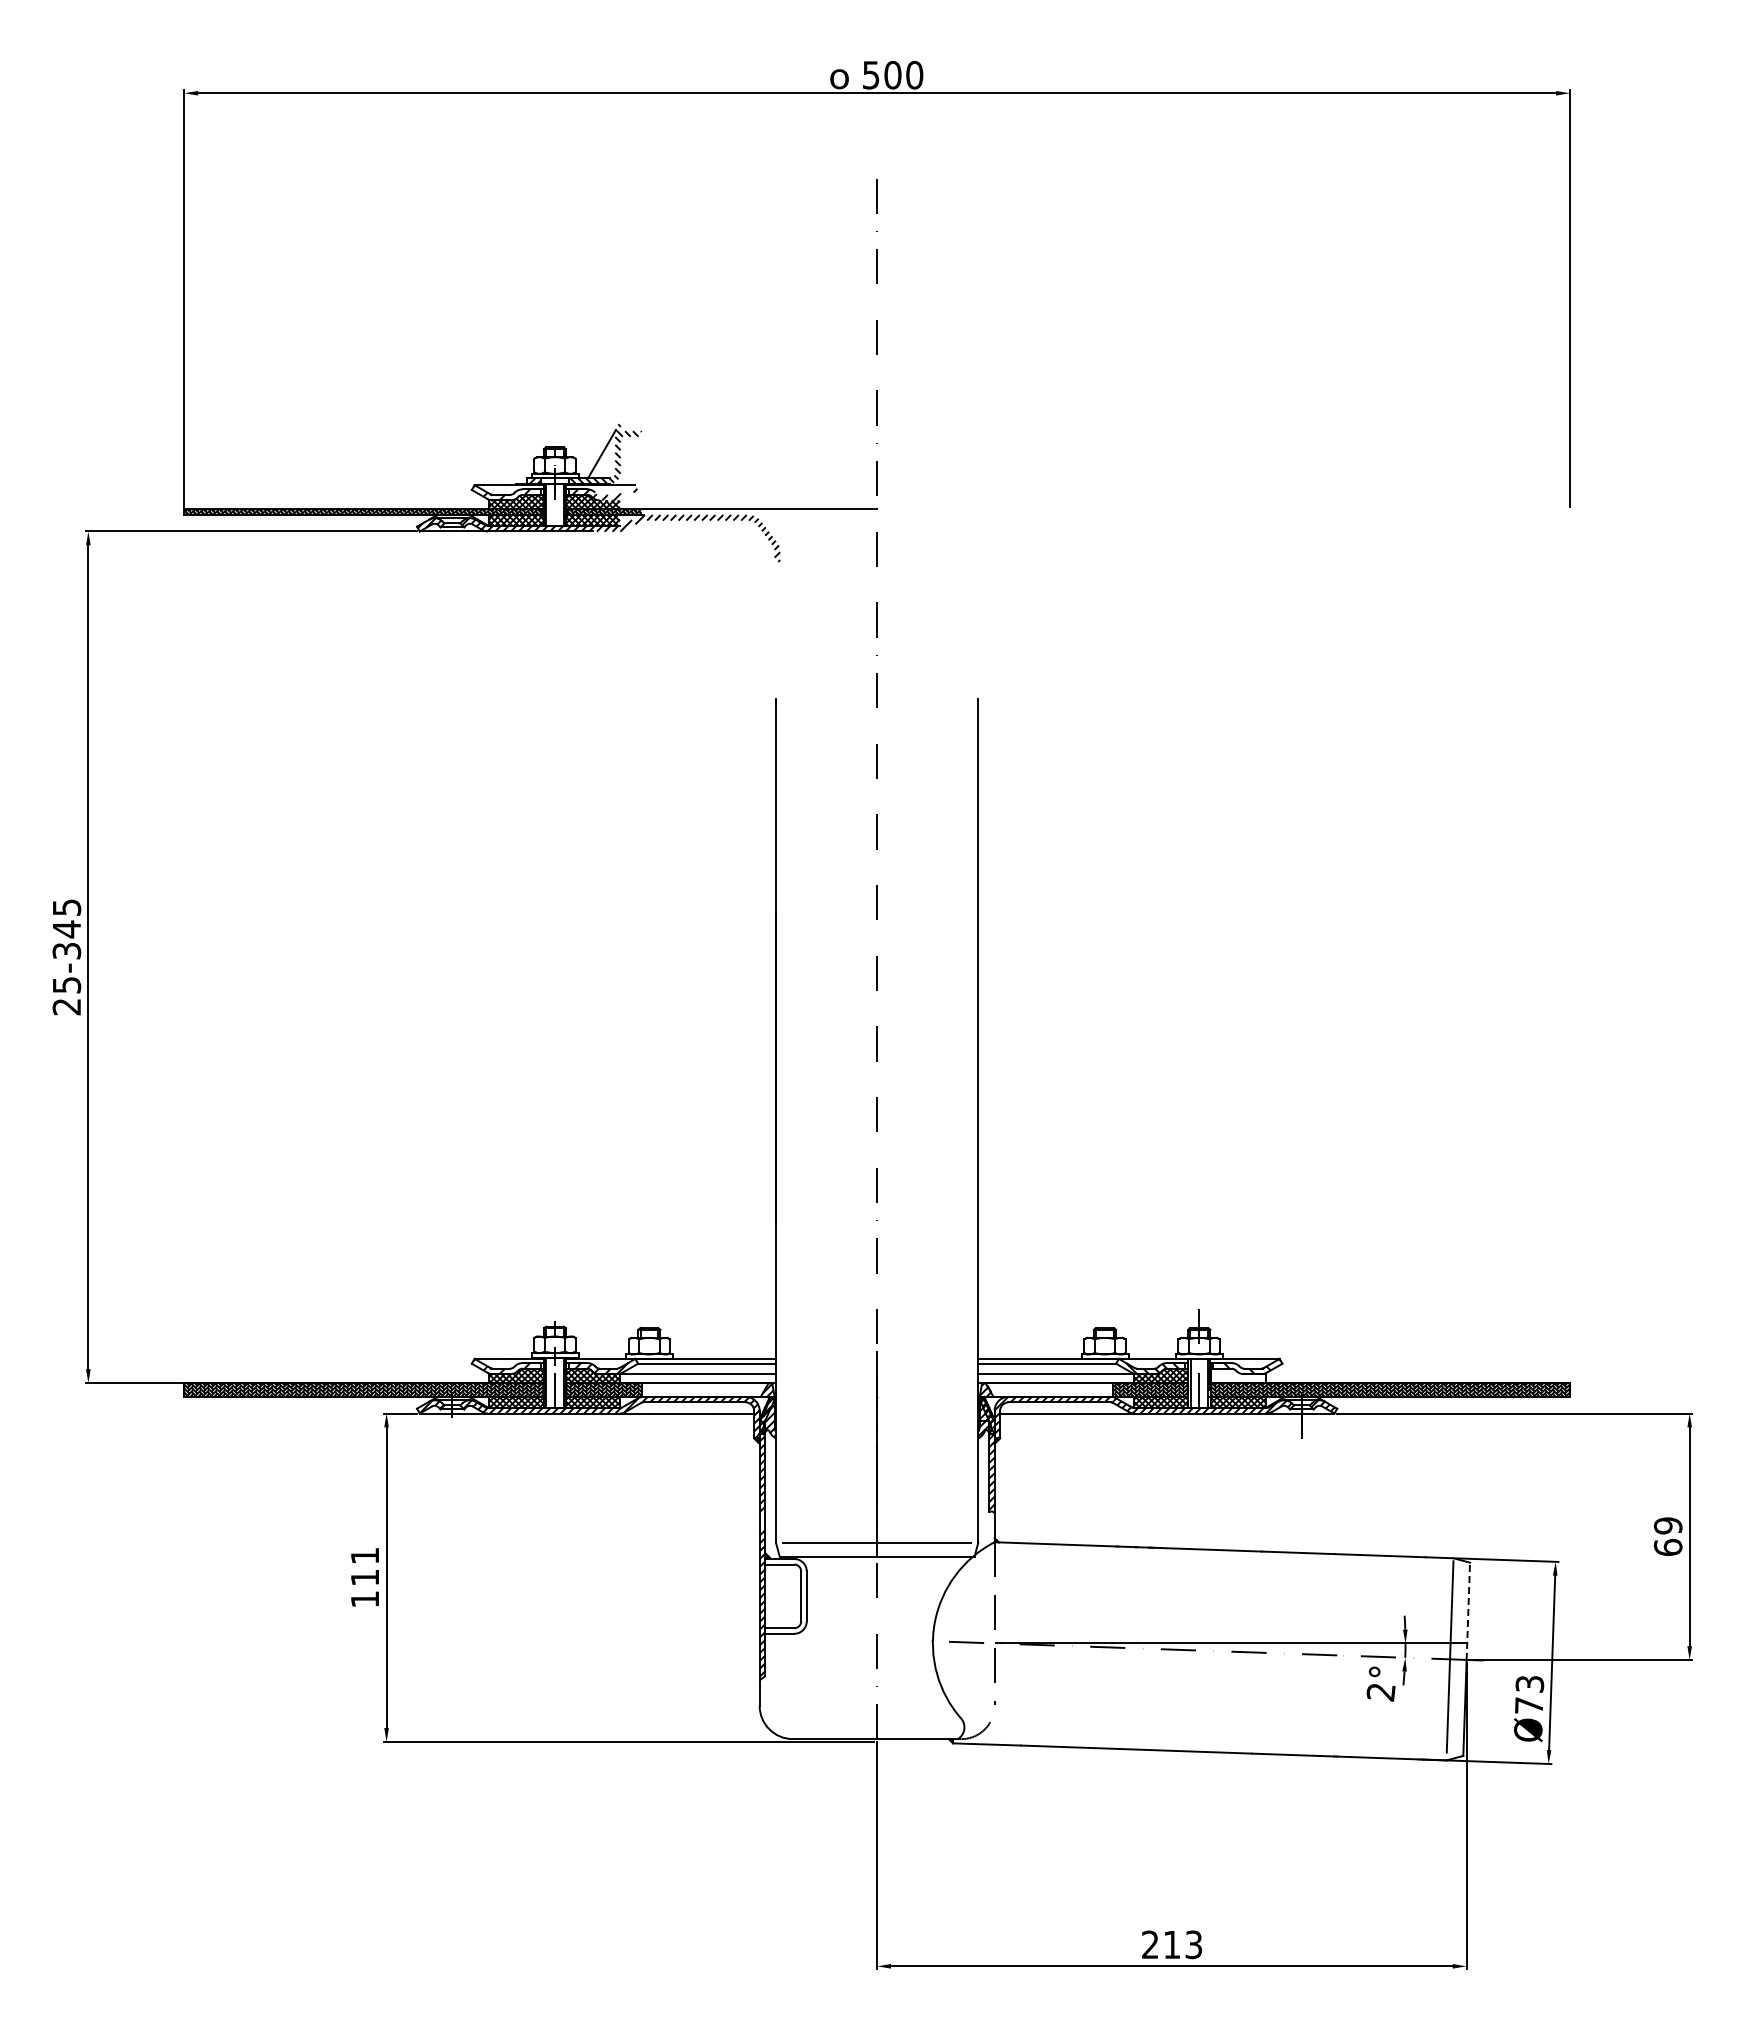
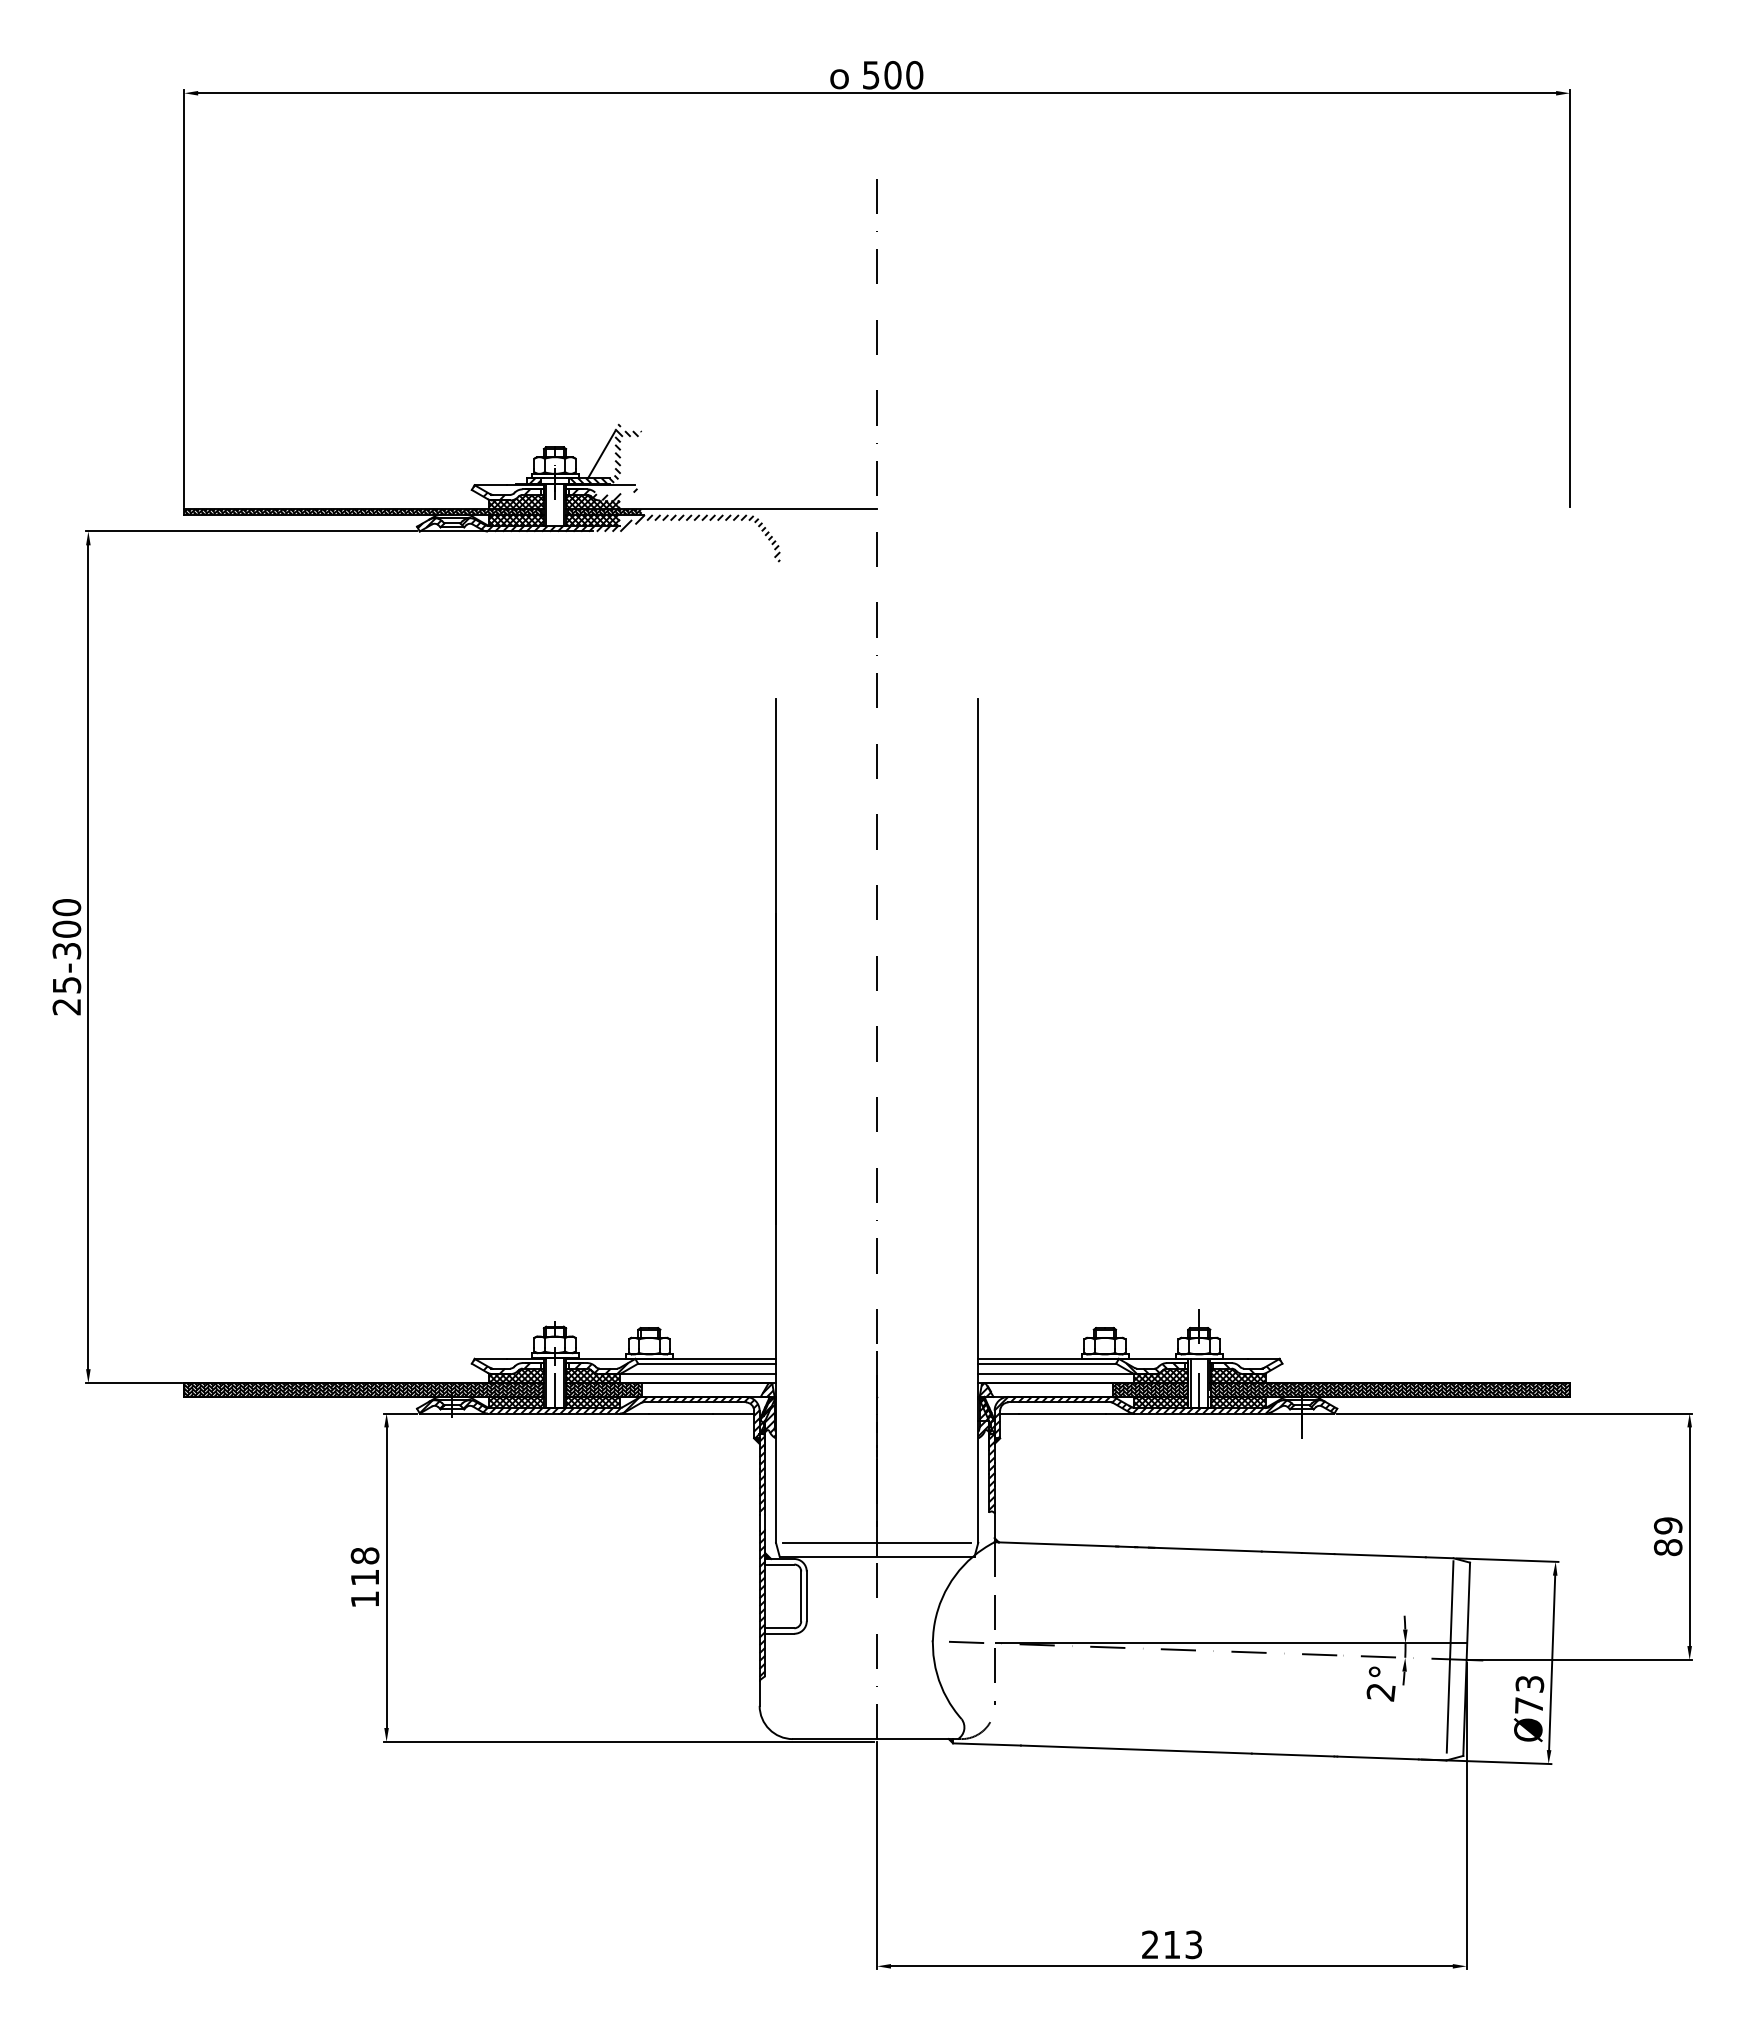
text at (66, 918): 25-345 -> 25-300
hatch at (1237, 1375): none -> present
text at (1667, 1547): 69 -> 89
text at (364, 1555): 111 -> 118
line at (1468, 1611): dashed -> solid
